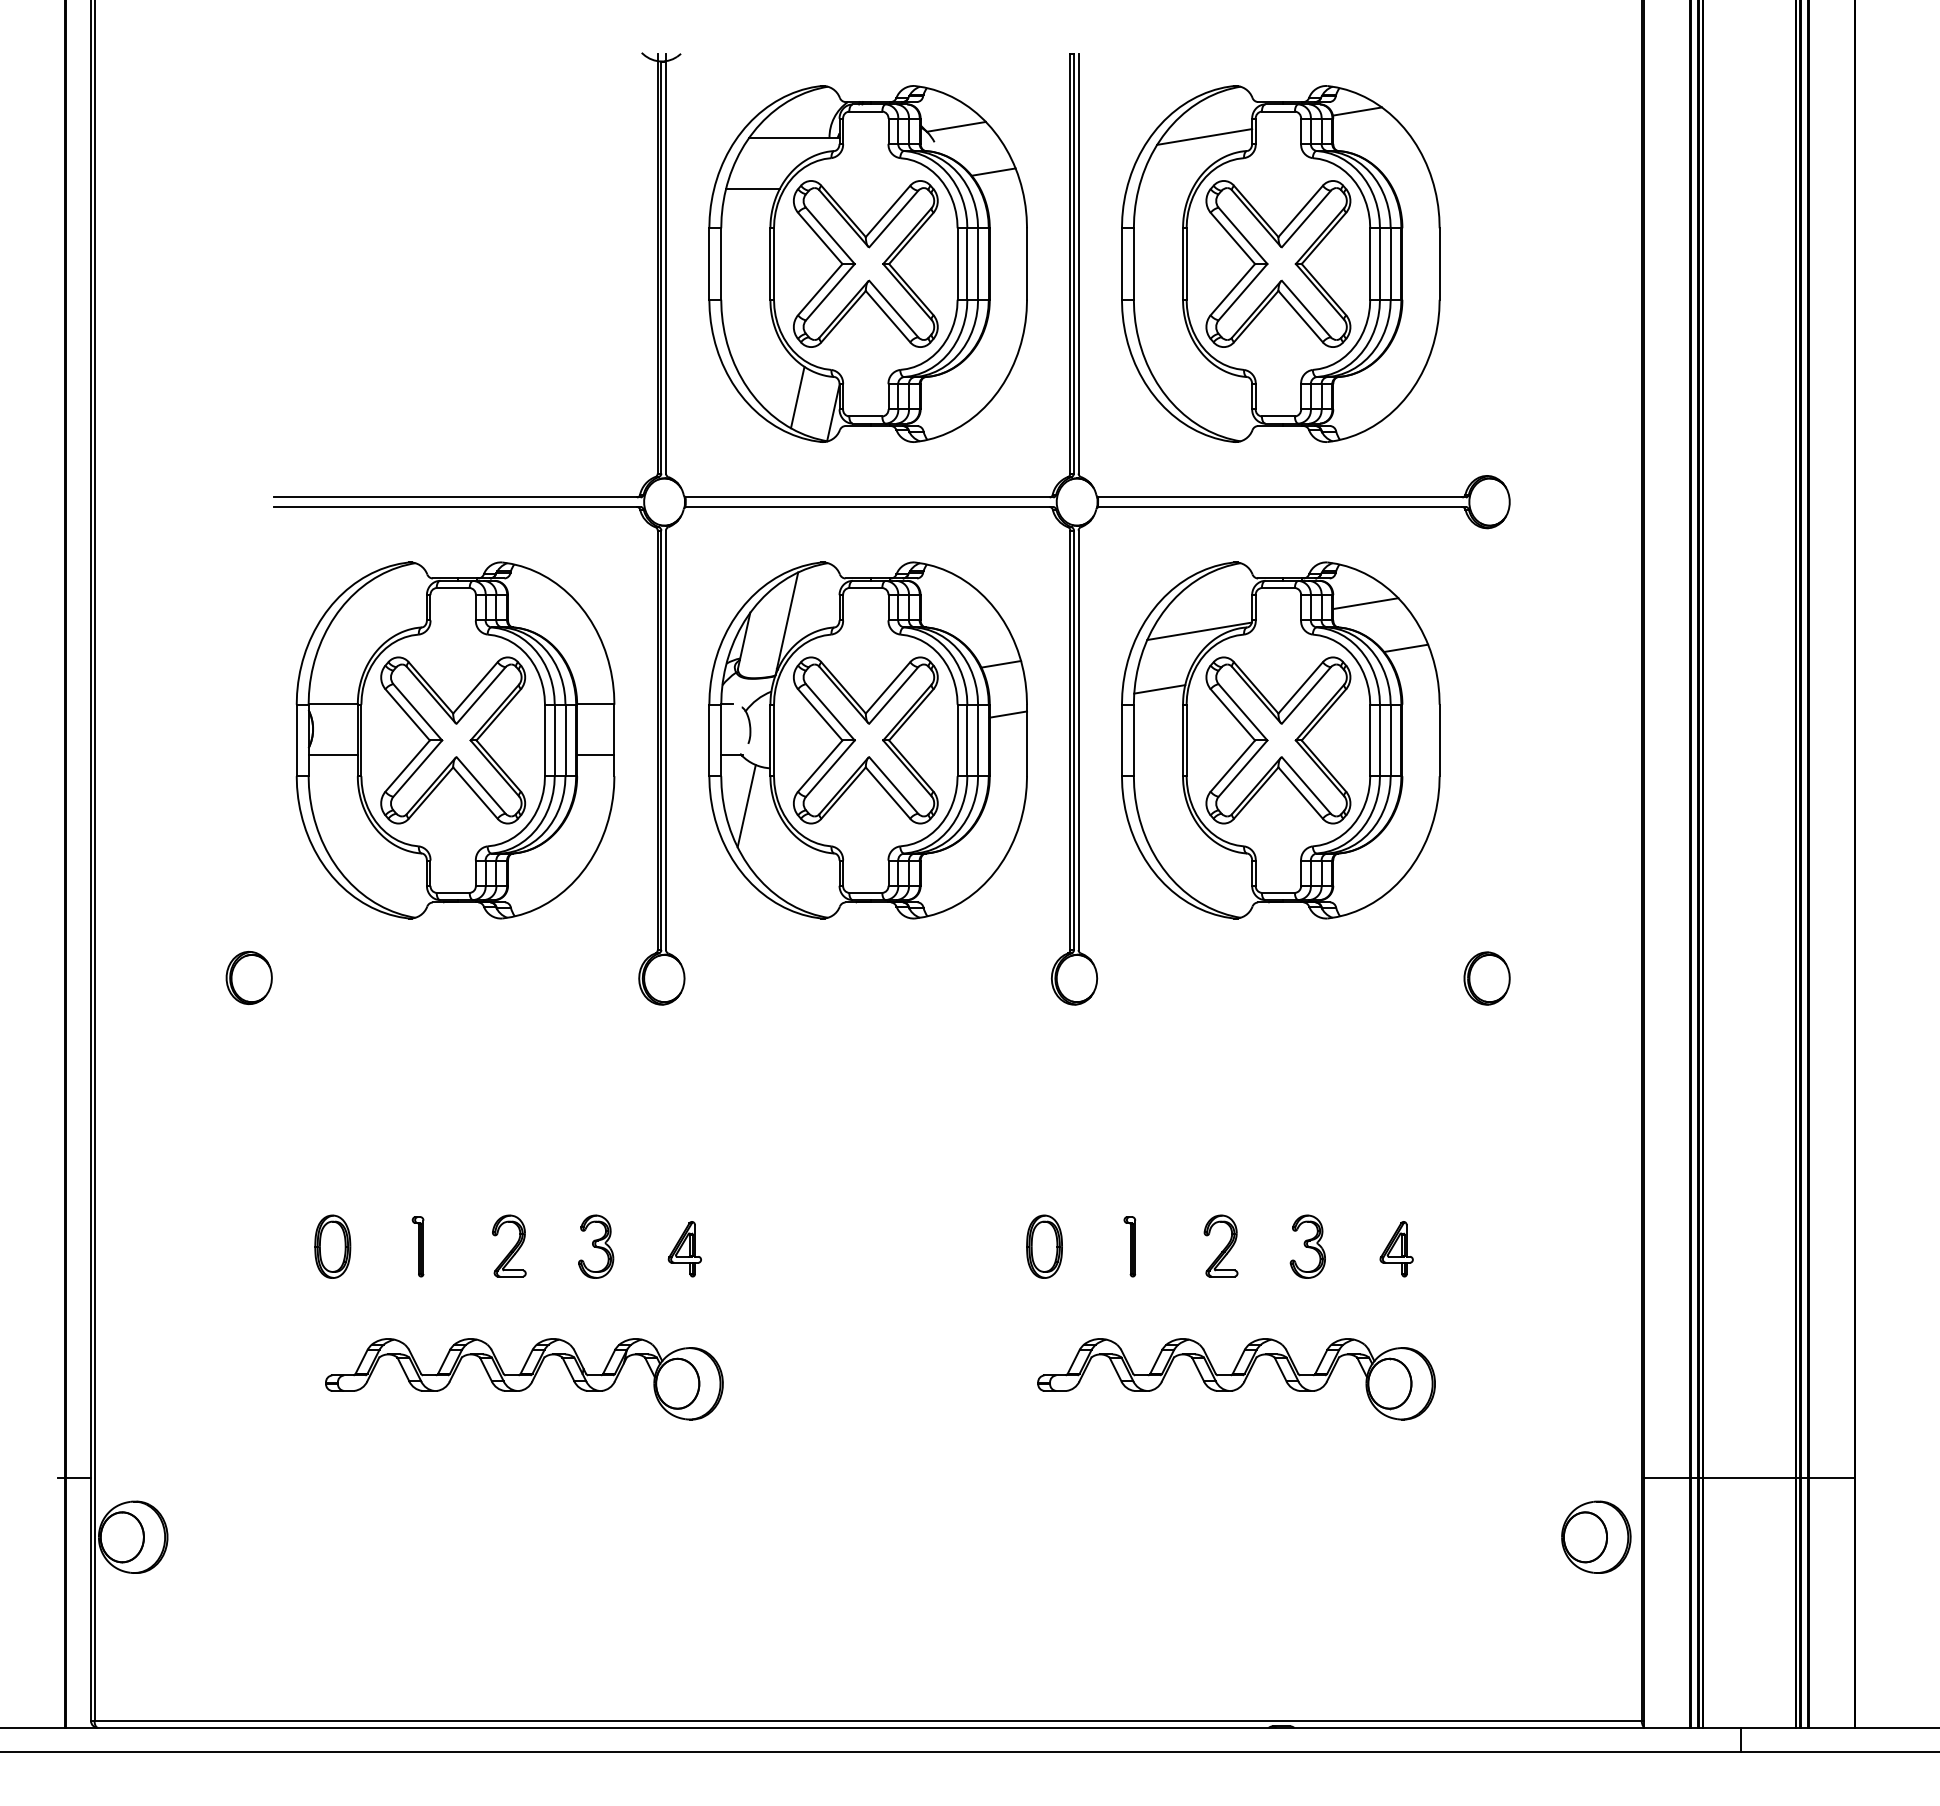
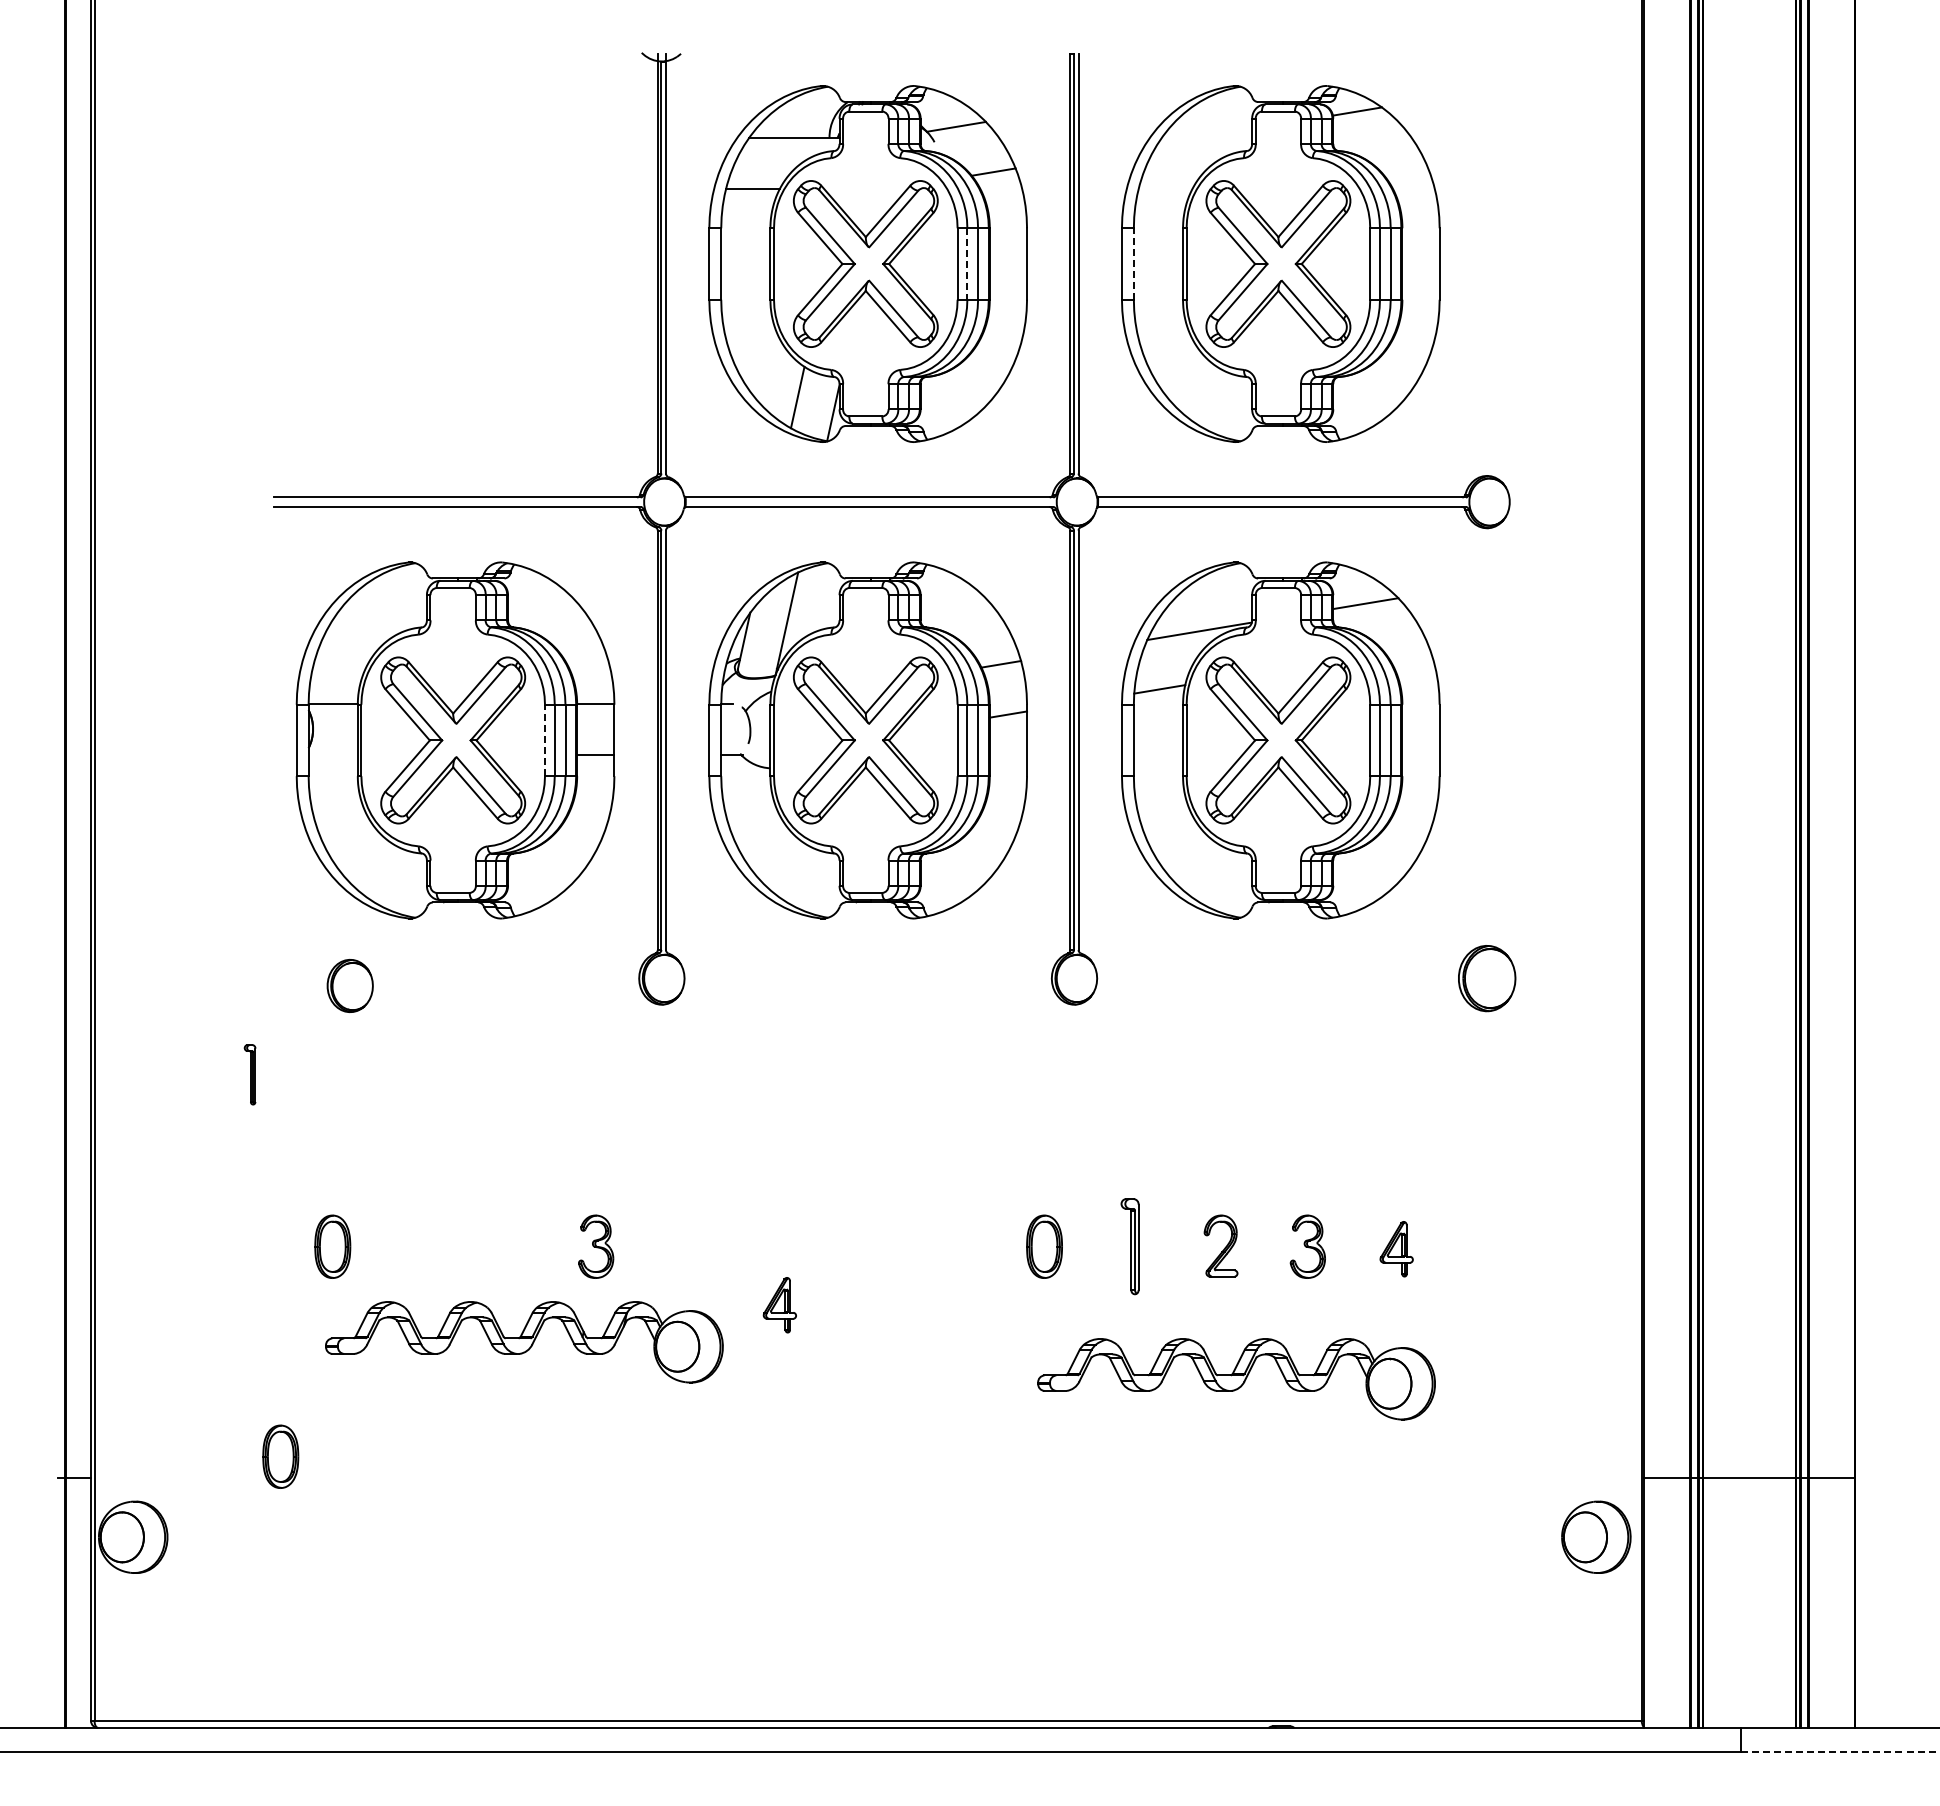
line at (1204, 136): present -> none
line at (967, 264): solid -> dashed
line at (1133, 264): solid -> dashed
line at (1406, 648): present -> none
line at (545, 740): solid -> dashed
line at (332, 754): present -> none
line at (746, 806): present -> none
part at (248, 977) position: (248, 977) -> (349, 985)
part at (1486, 978) size: 48x55 px -> 59x68 px
part at (509, 1245): present -> none
part at (417, 1246) position: (417, 1246) -> (249, 1074)
part at (1129, 1246) size: 13x62 px -> 20x98 px
part at (684, 1249) position: (684, 1249) -> (779, 1305)
part at (524, 1379) position: (524, 1379) -> (524, 1342)
part at (280, 1456): none -> present
line at (1840, 1751): solid -> dashed
